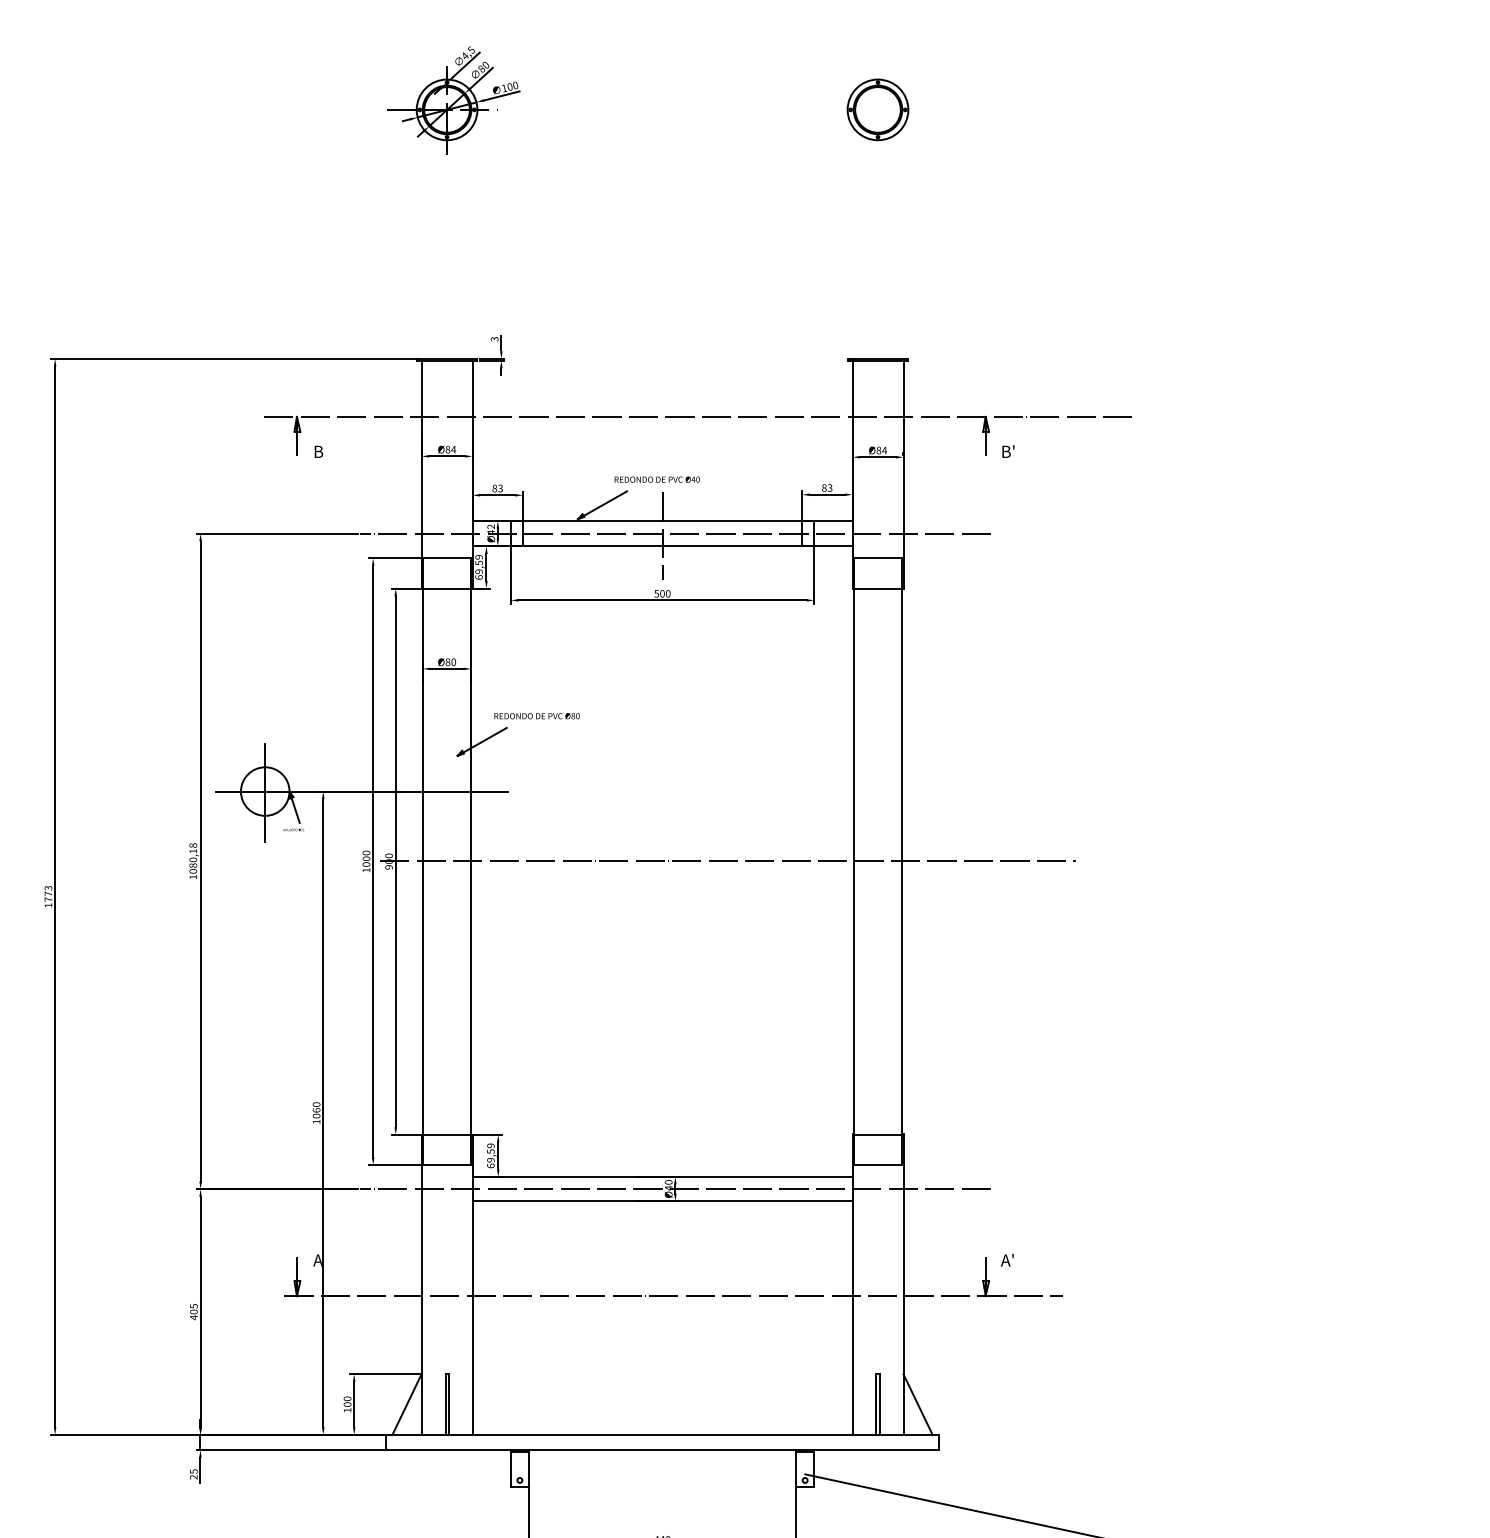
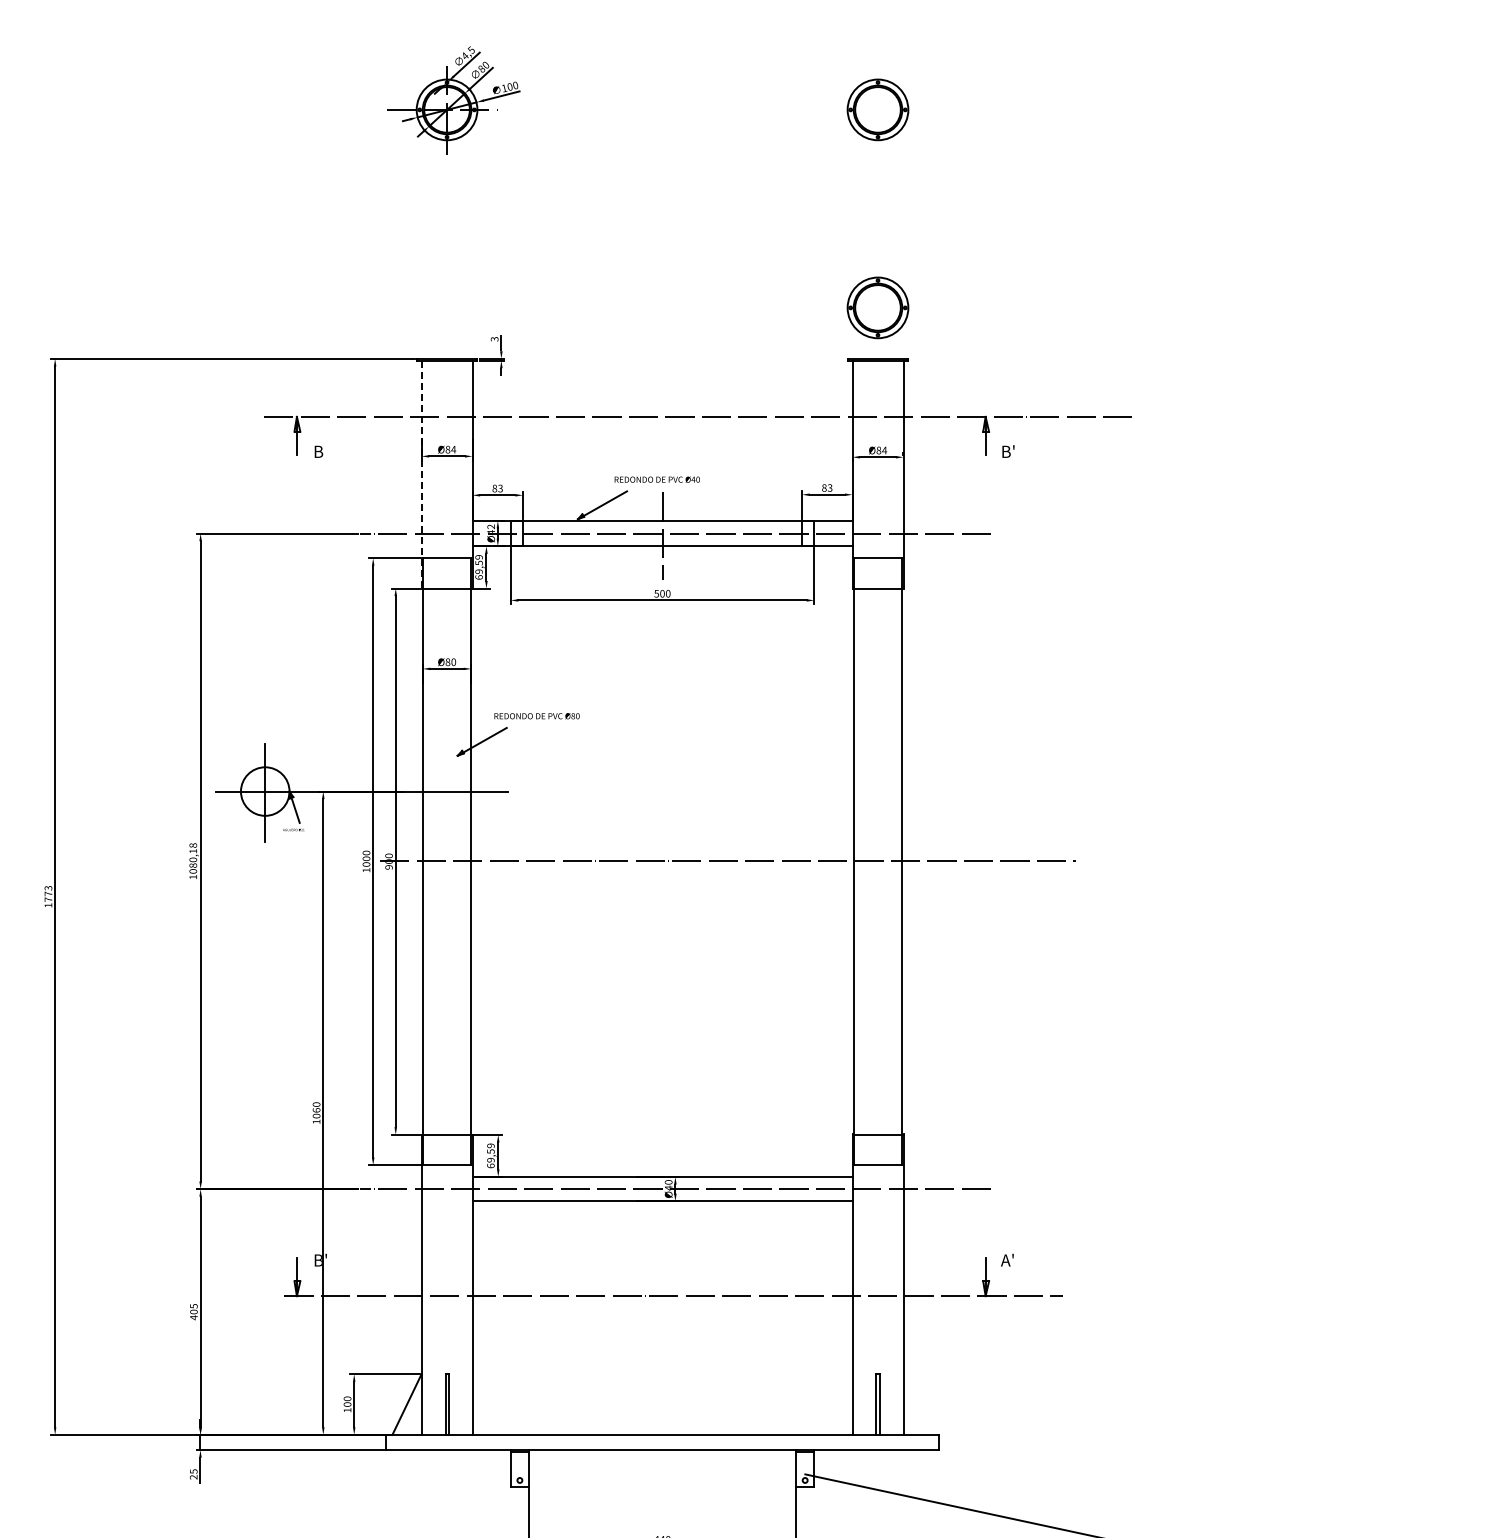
part at (877, 307): none -> present
line at (421, 474): solid -> dashed
text at (319, 1259): A -> B'
line at (917, 1404): present -> none
